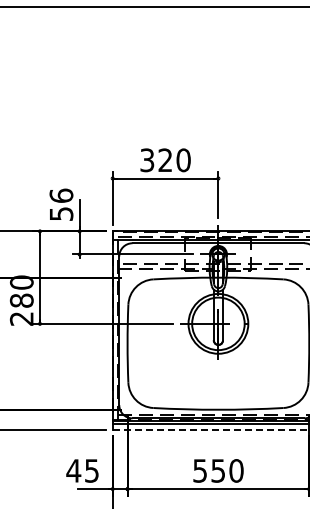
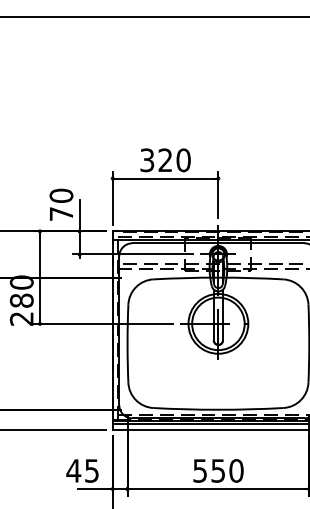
line at (154, 7) position: (154, 7) -> (154, 17)
text at (61, 204): 56 -> 70
line at (211, 429): dashed -> solid
